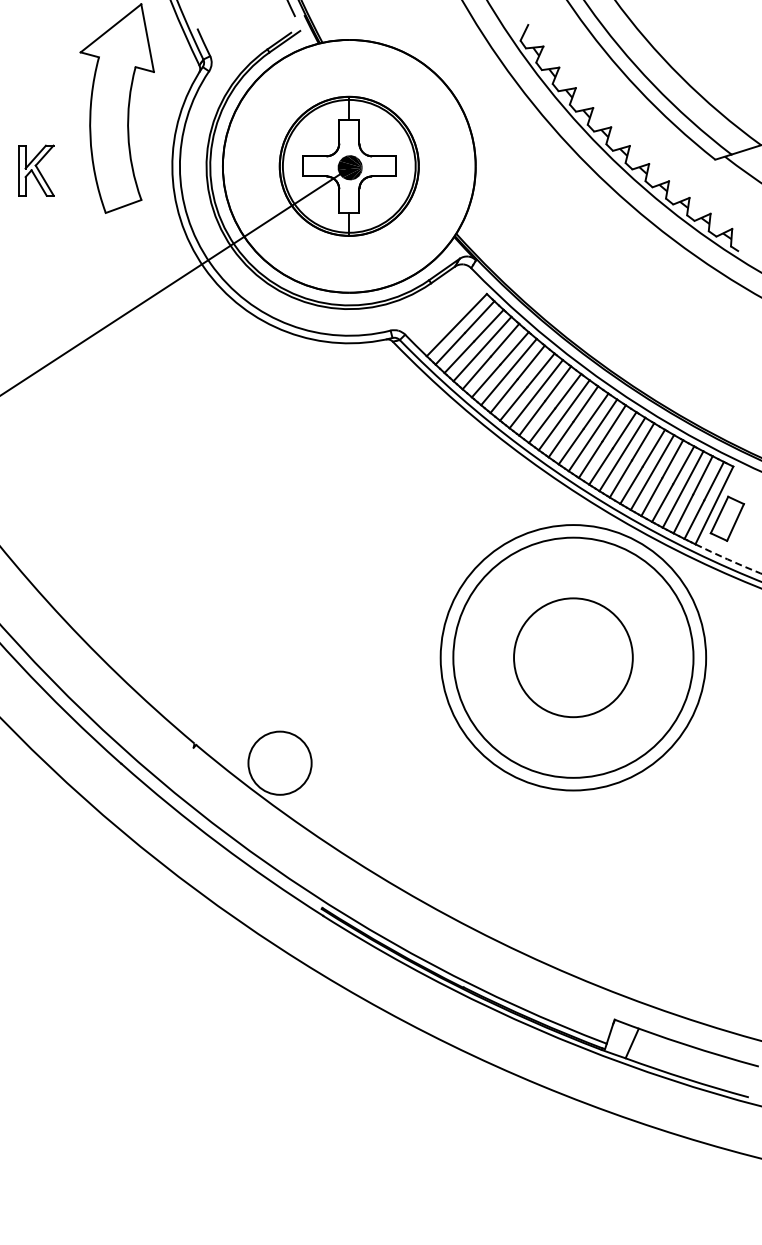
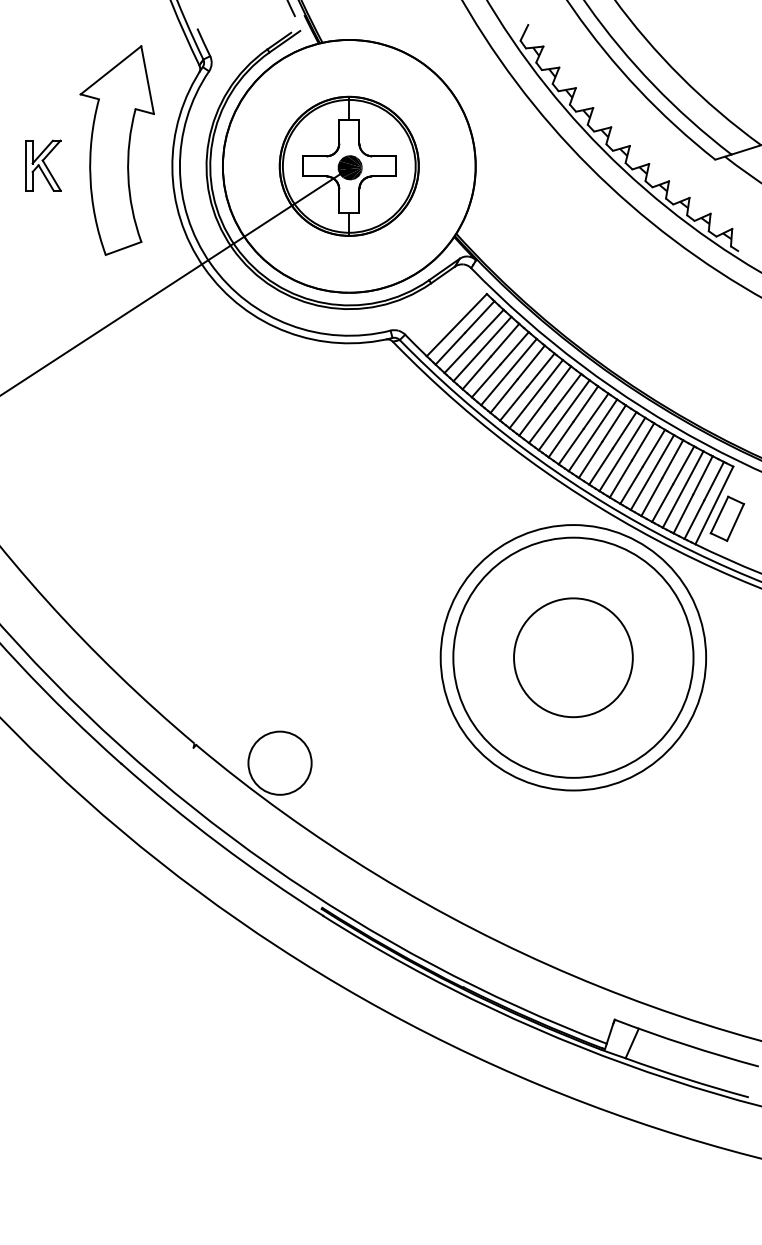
part at (116, 108) position: (116, 108) -> (116, 150)
part at (36, 170) position: (36, 170) -> (43, 165)
arc at (728, 559): dashed -> solid
